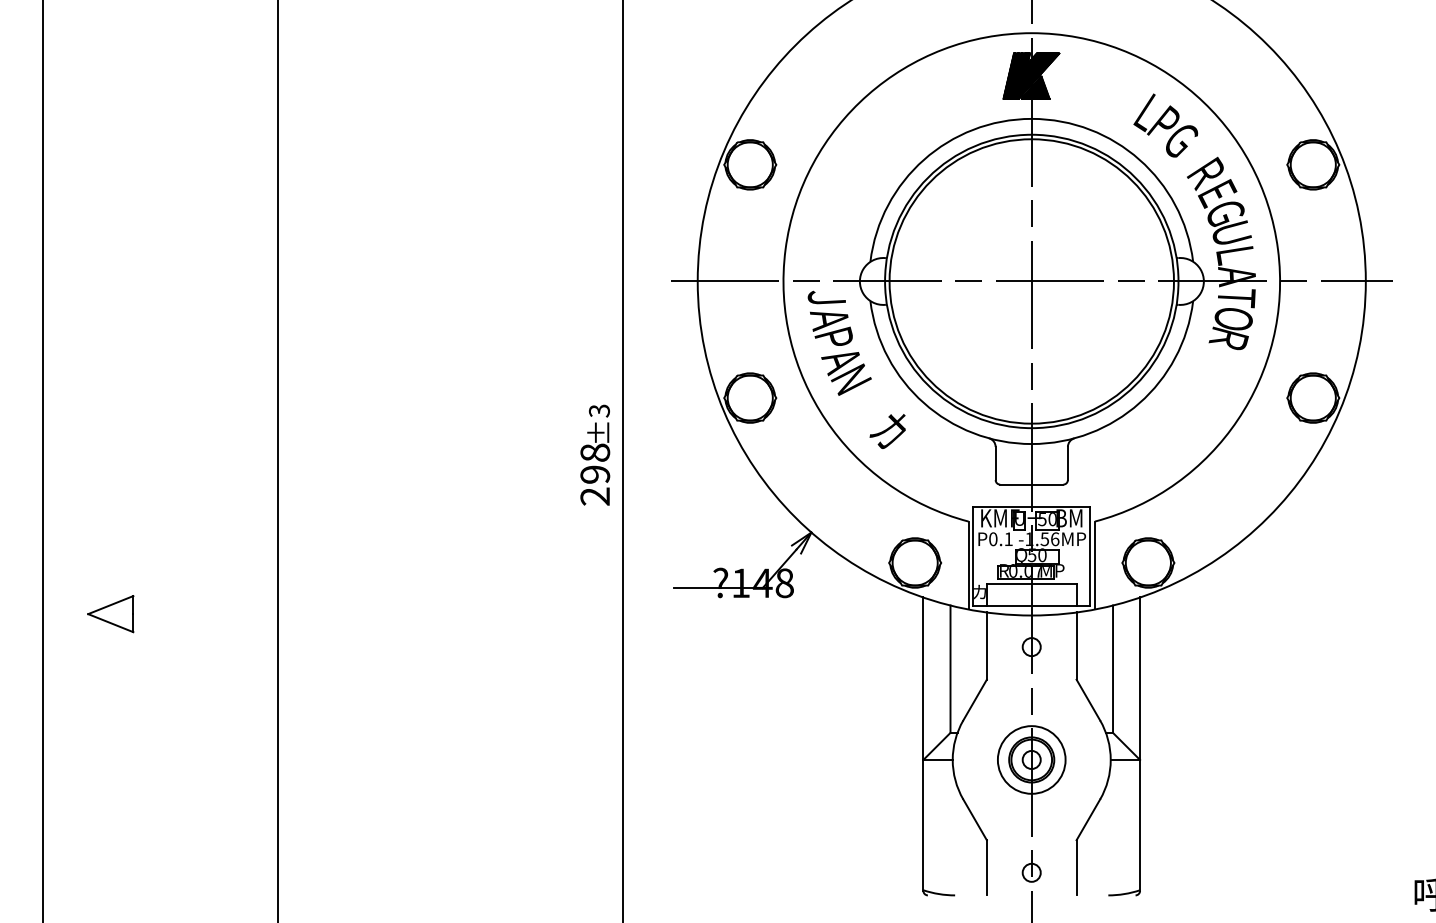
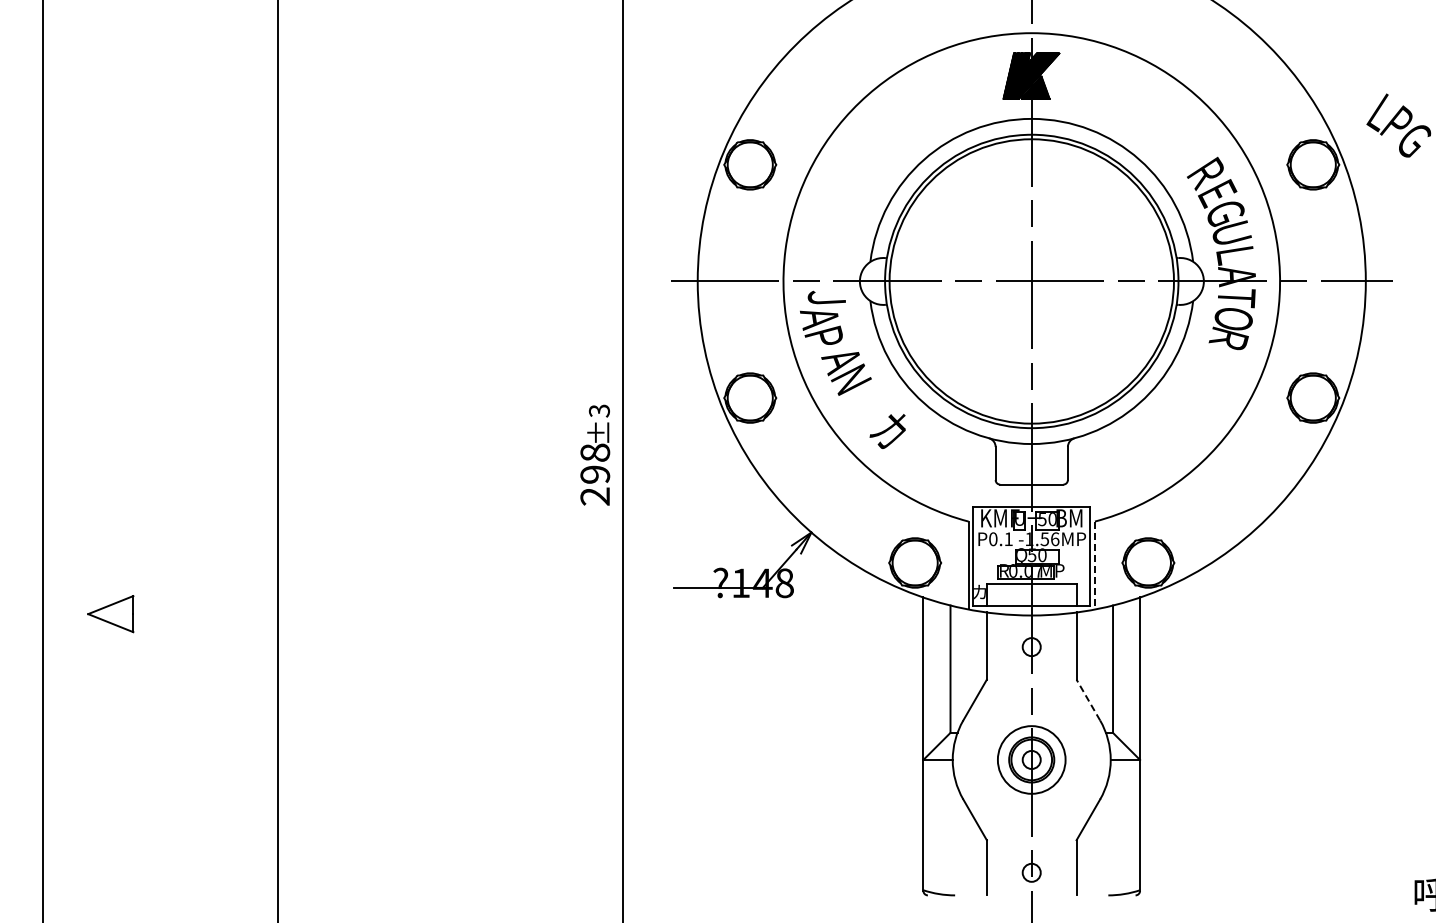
text at (1165, 125) position: (1165, 125) -> (1398, 125)
text at (831, 328) position: (831, 328) -> (821, 327)
line at (1094, 565): solid -> dashed
line at (1088, 700): solid -> dashed
